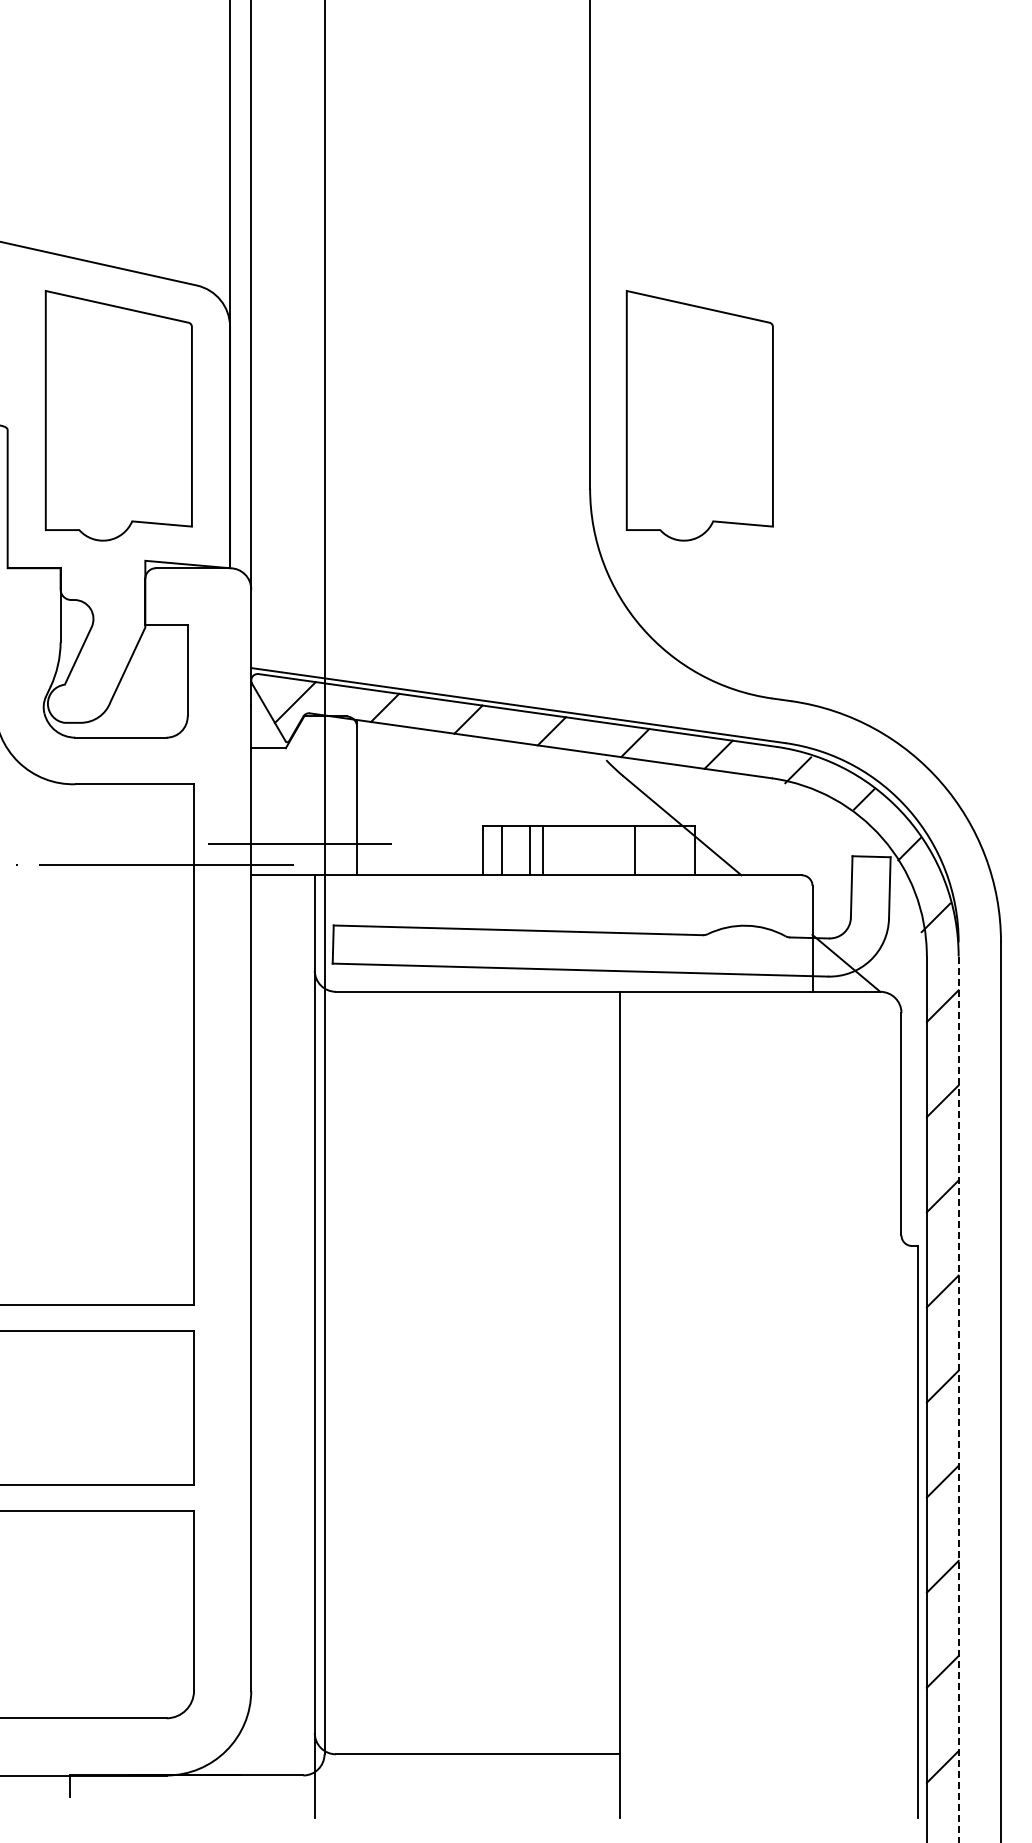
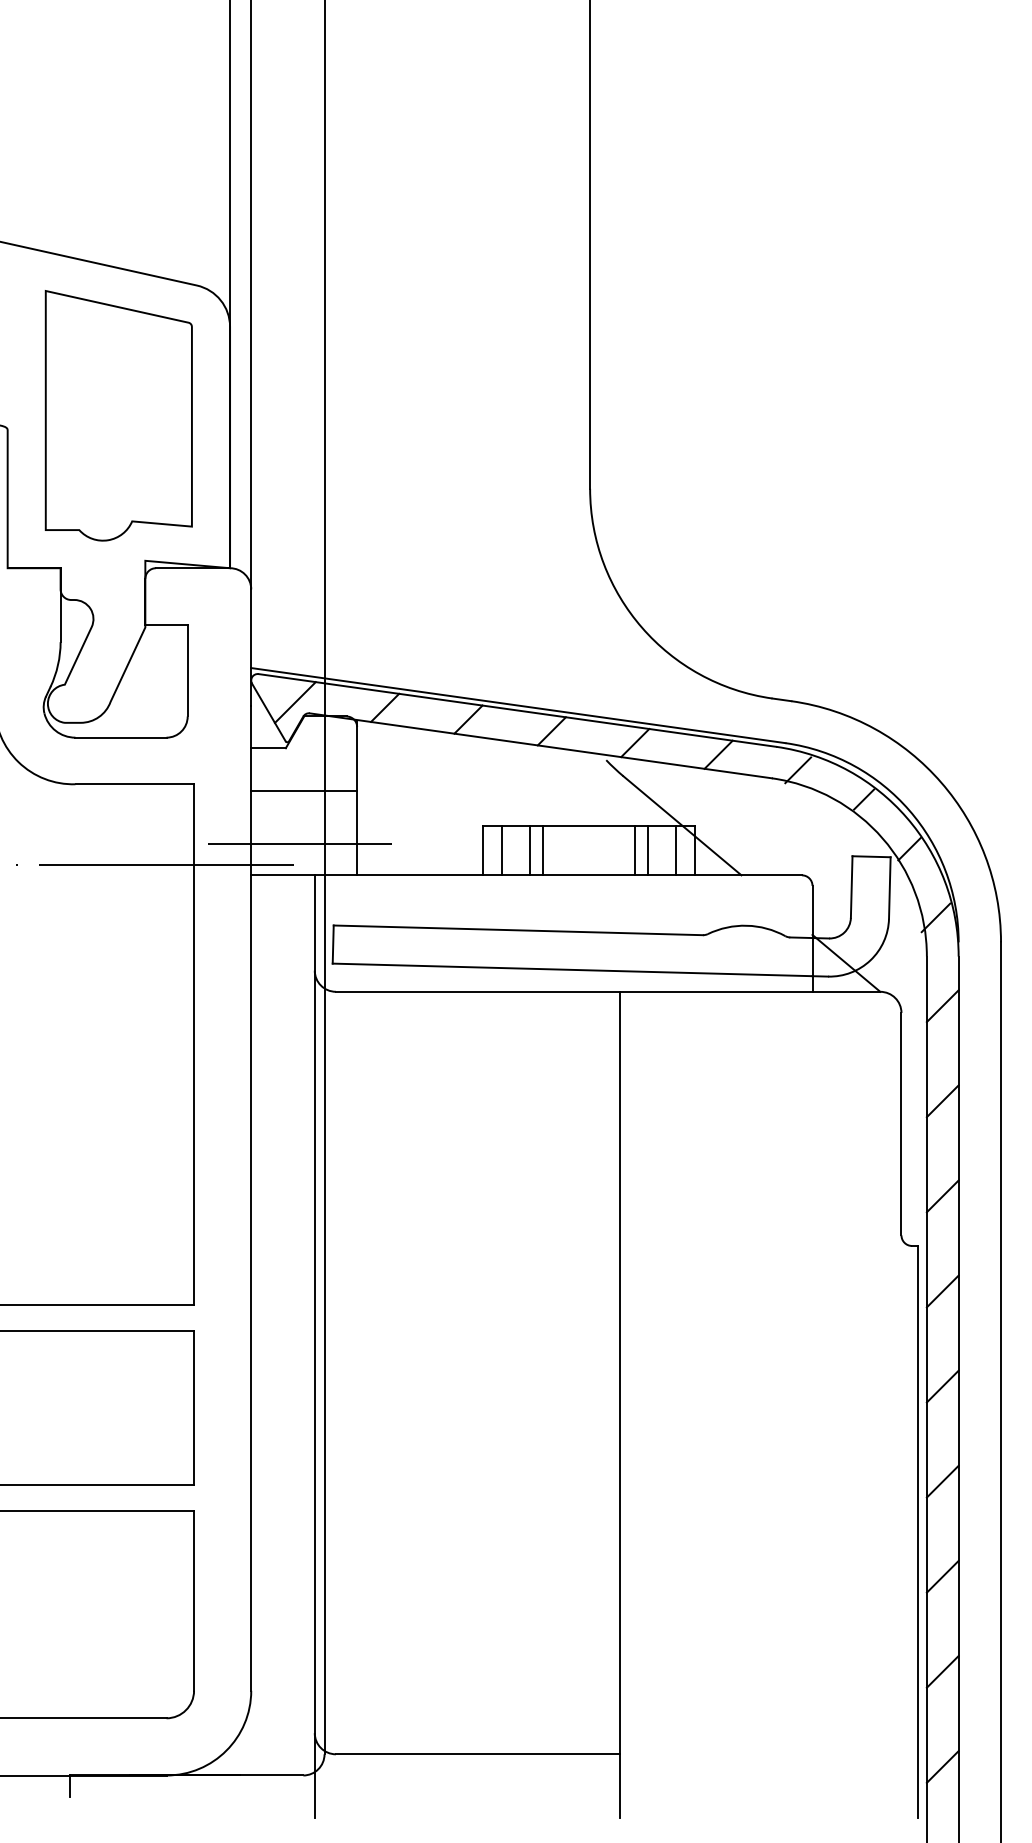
part at (699, 415): present -> none
line at (304, 790): none -> present
line at (648, 850): none -> present
line at (675, 850): none -> present
line at (958, 1399): dashed -> solid
